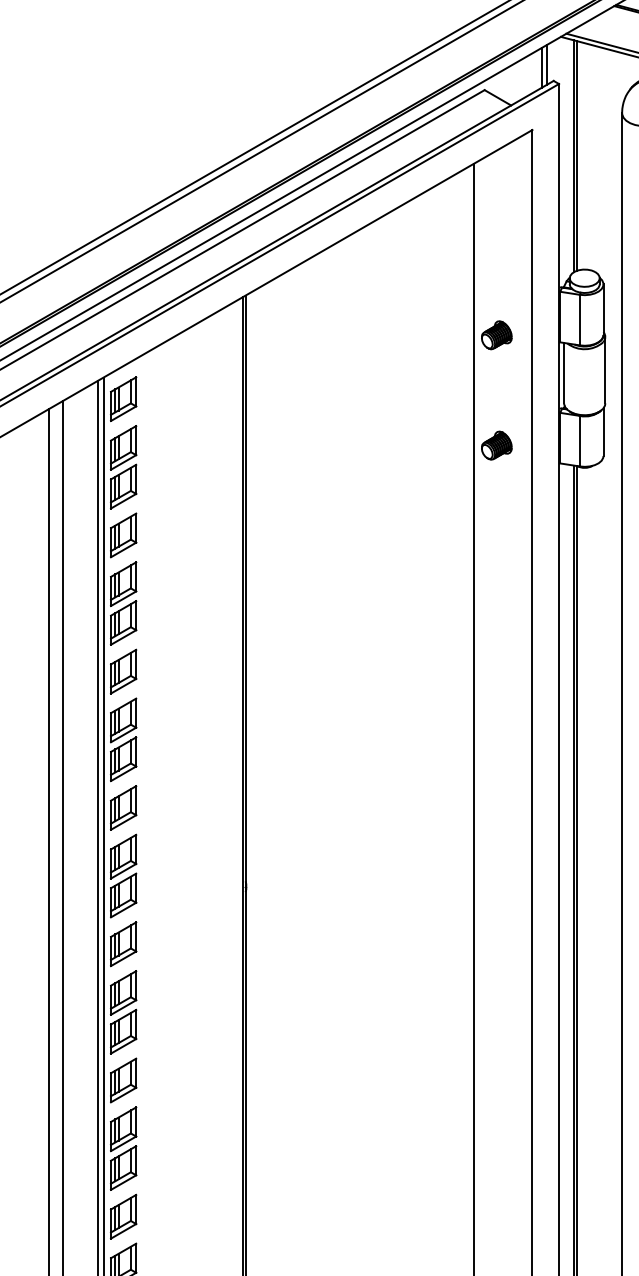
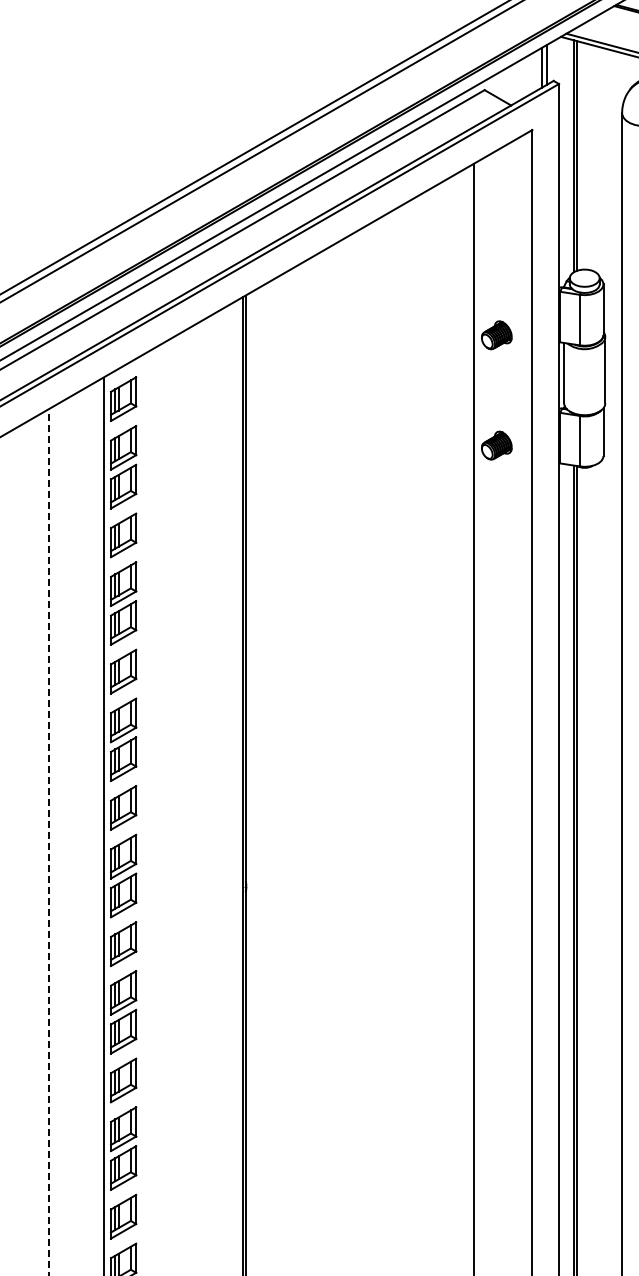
line at (98, 826): present -> none
line at (62, 836): present -> none
line at (49, 842): solid -> dashed
